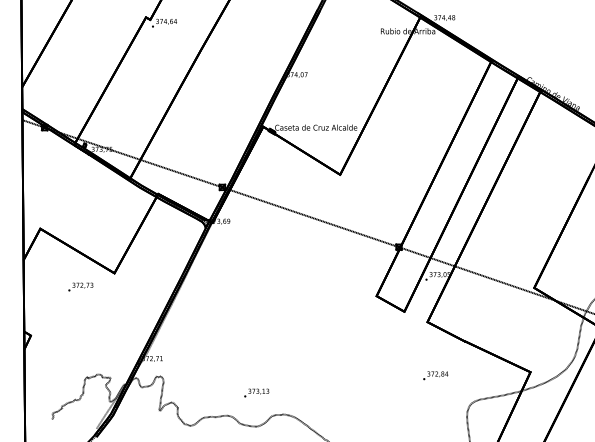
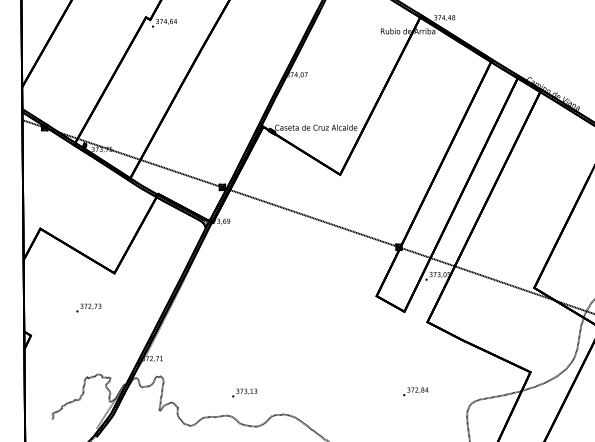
text at (80, 286) position: (80, 286) -> (88, 307)
text at (435, 375) position: (435, 375) -> (415, 391)
text at (256, 392) position: (256, 392) -> (244, 392)
